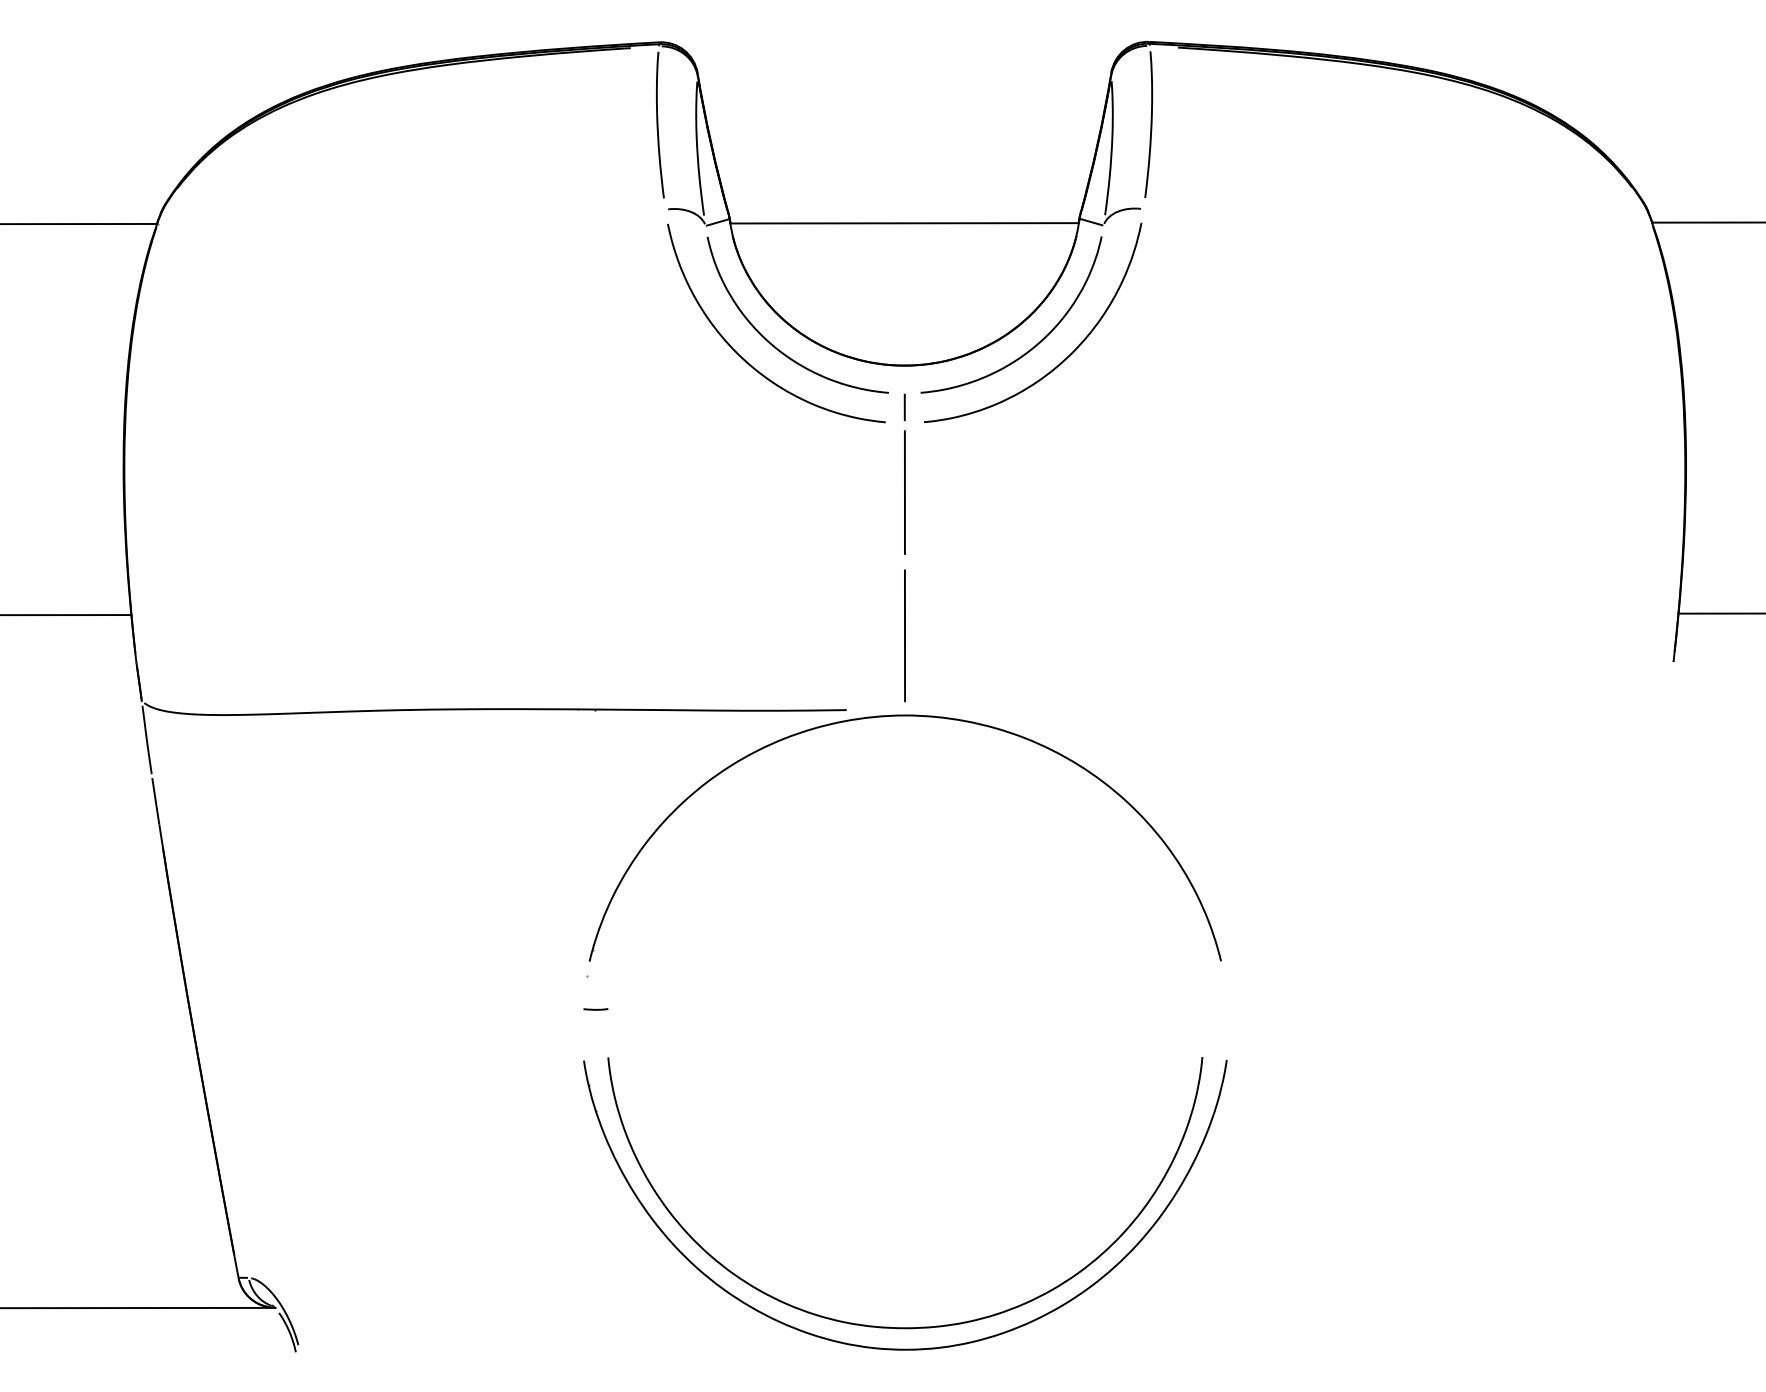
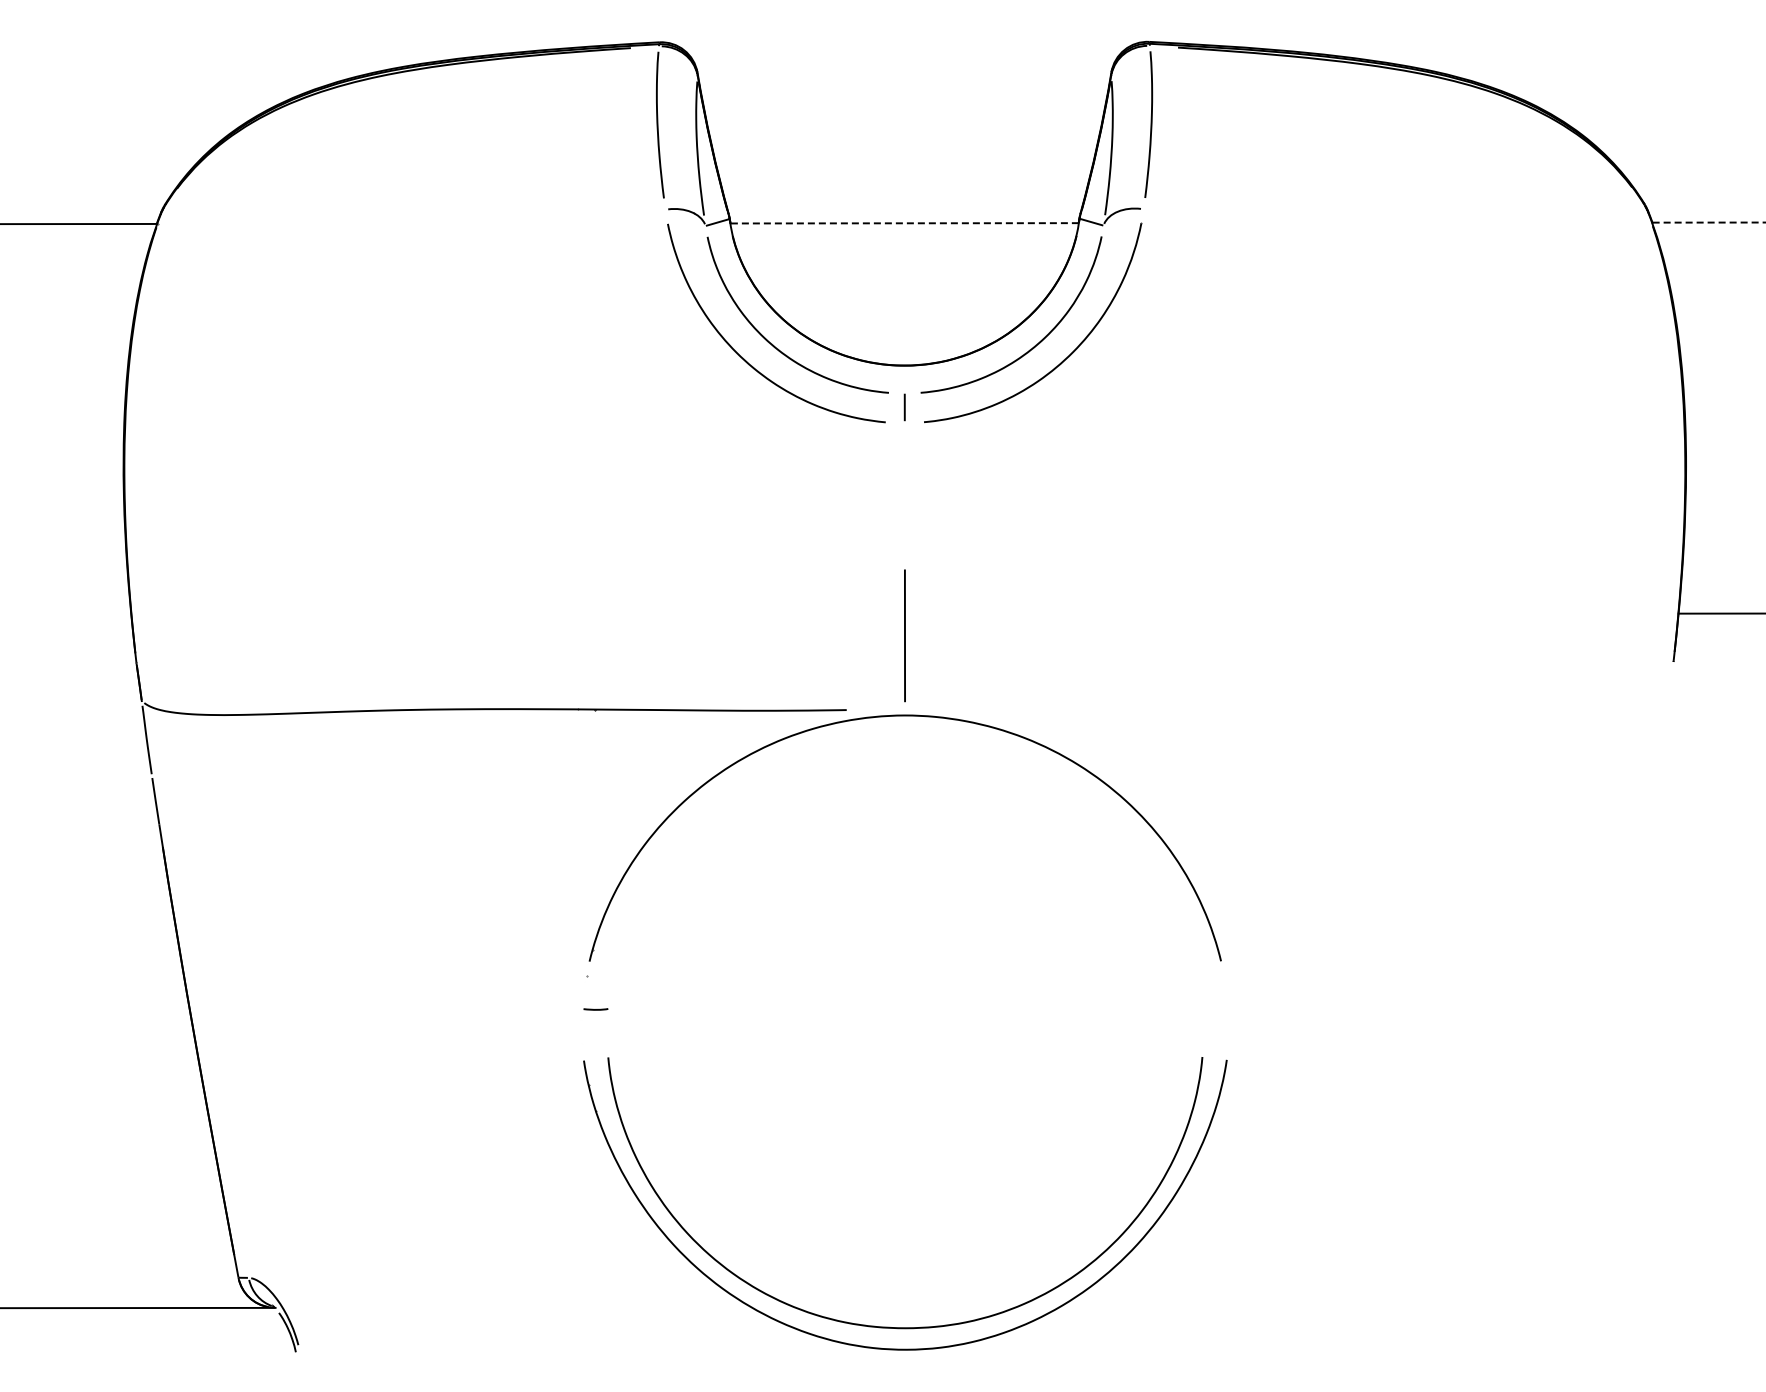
line at (1708, 222): solid -> dashed
line at (904, 223): solid -> dashed
line at (904, 492): present -> none
line at (66, 615): present -> none
